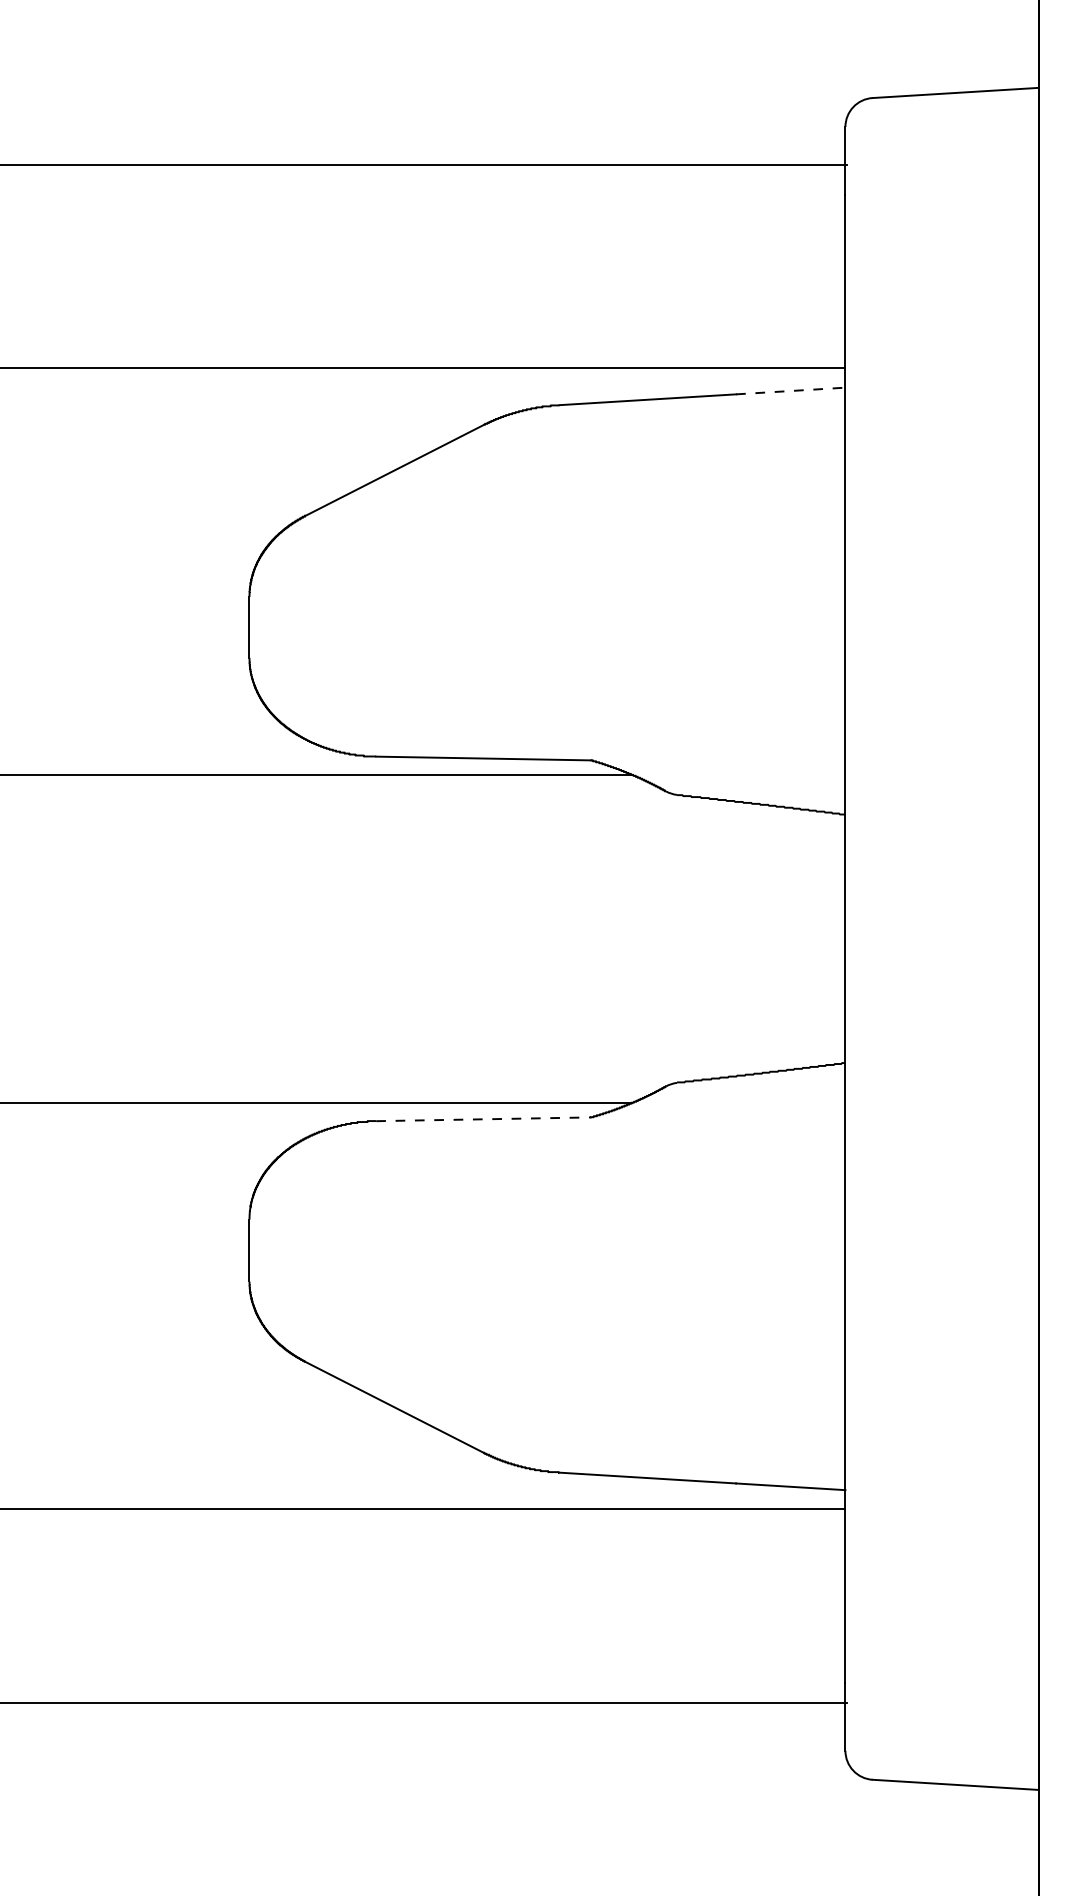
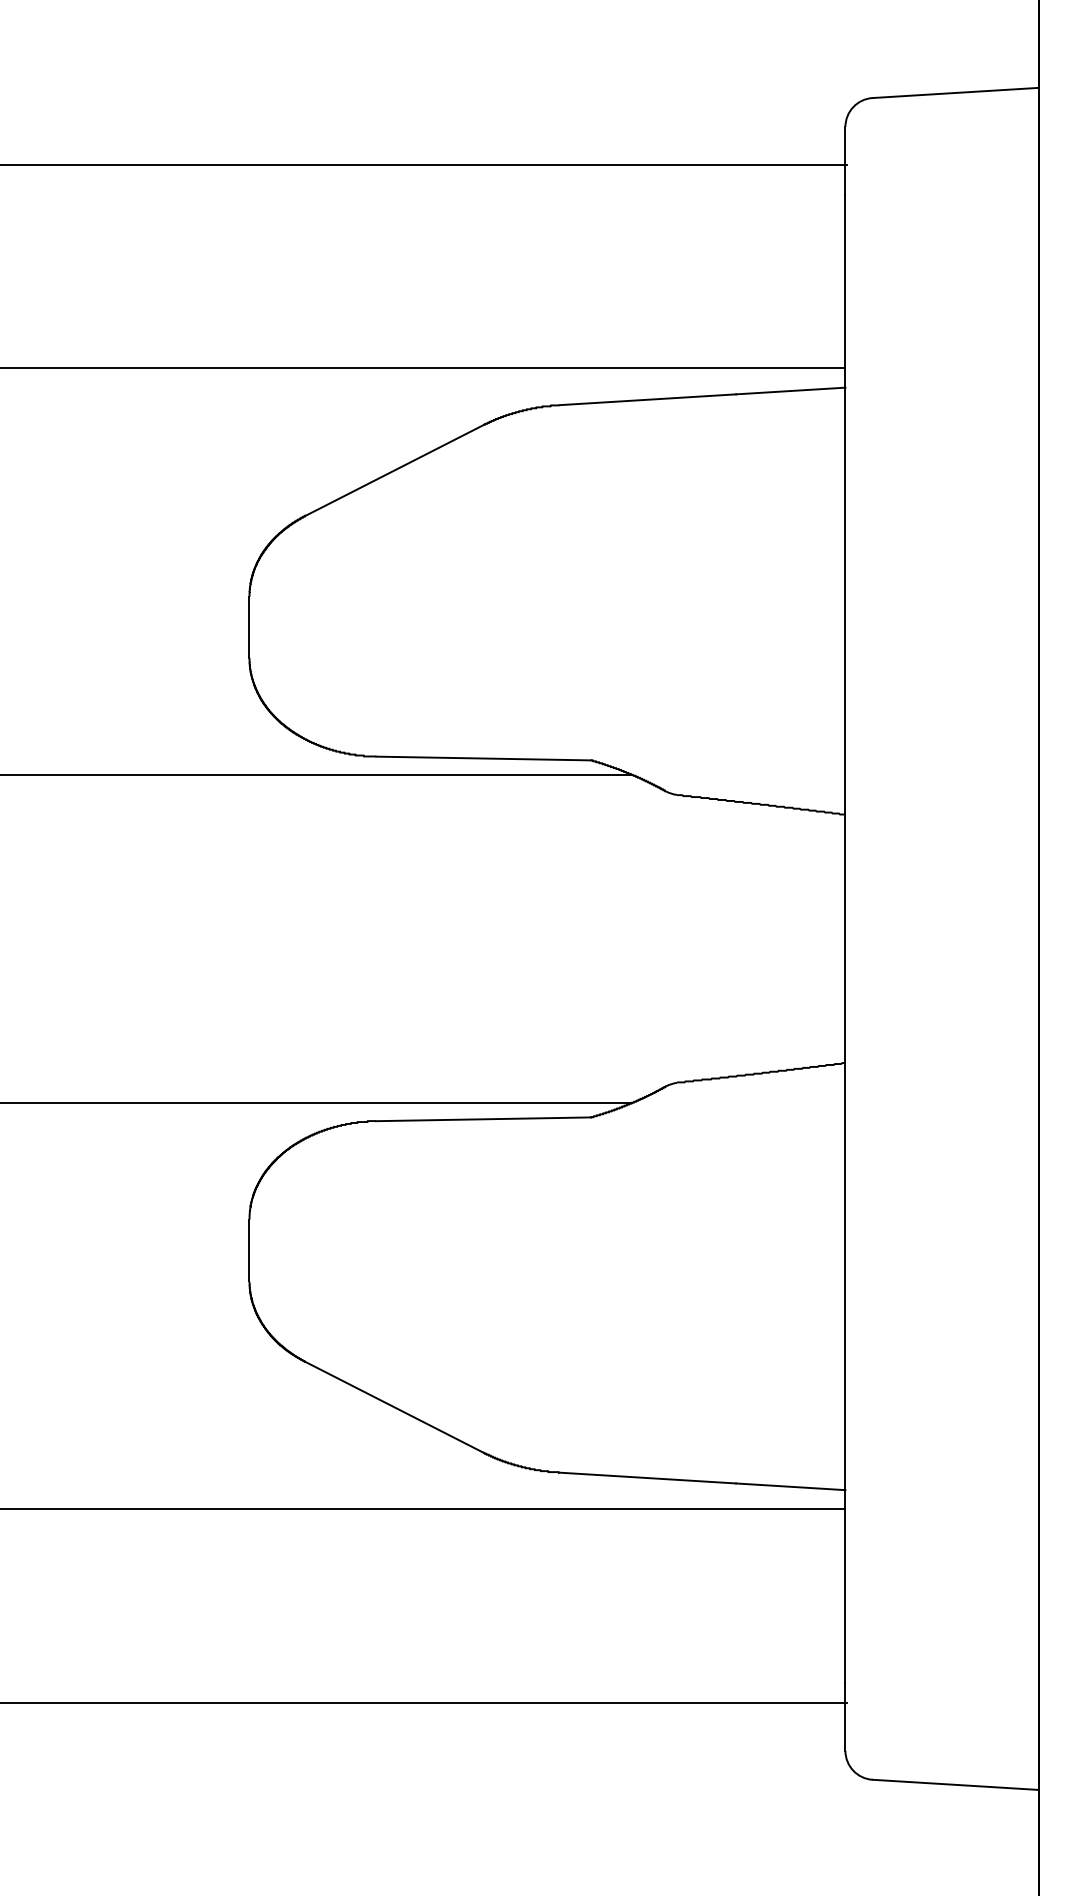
line at (790, 391): dashed -> solid
line at (483, 1119): dashed -> solid
